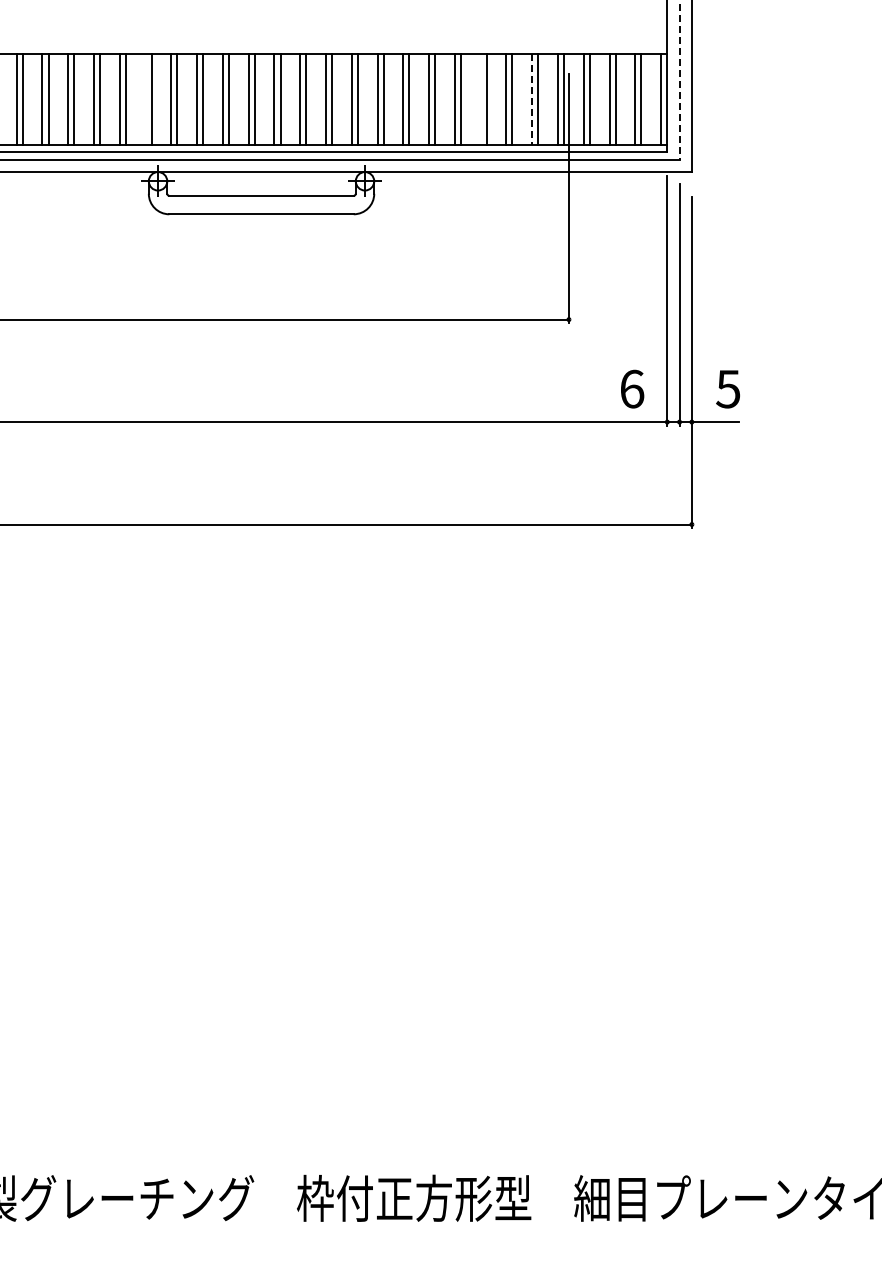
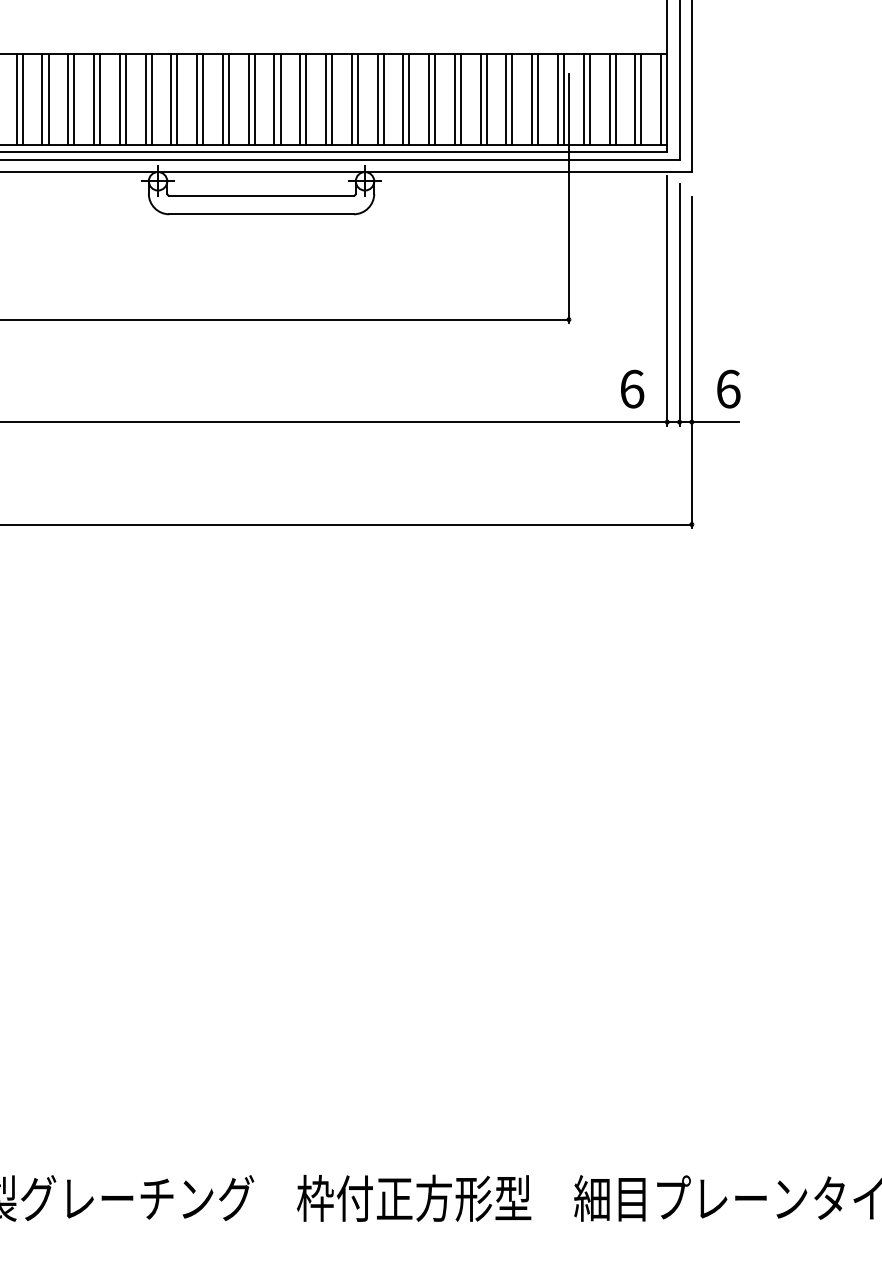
line at (679, 80): dashed -> solid
line at (145, 99): none -> present
line at (480, 99): none -> present
line at (532, 99): dashed -> solid
text at (728, 388): 5 -> 6
